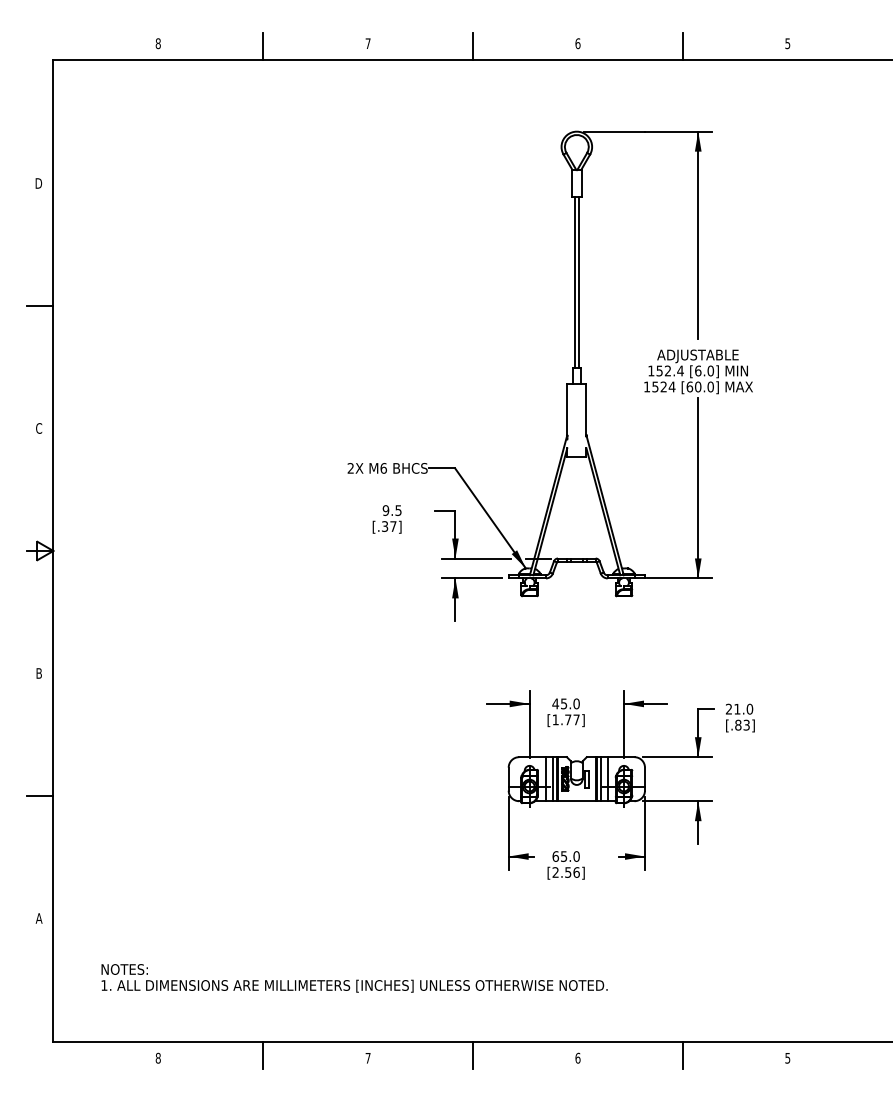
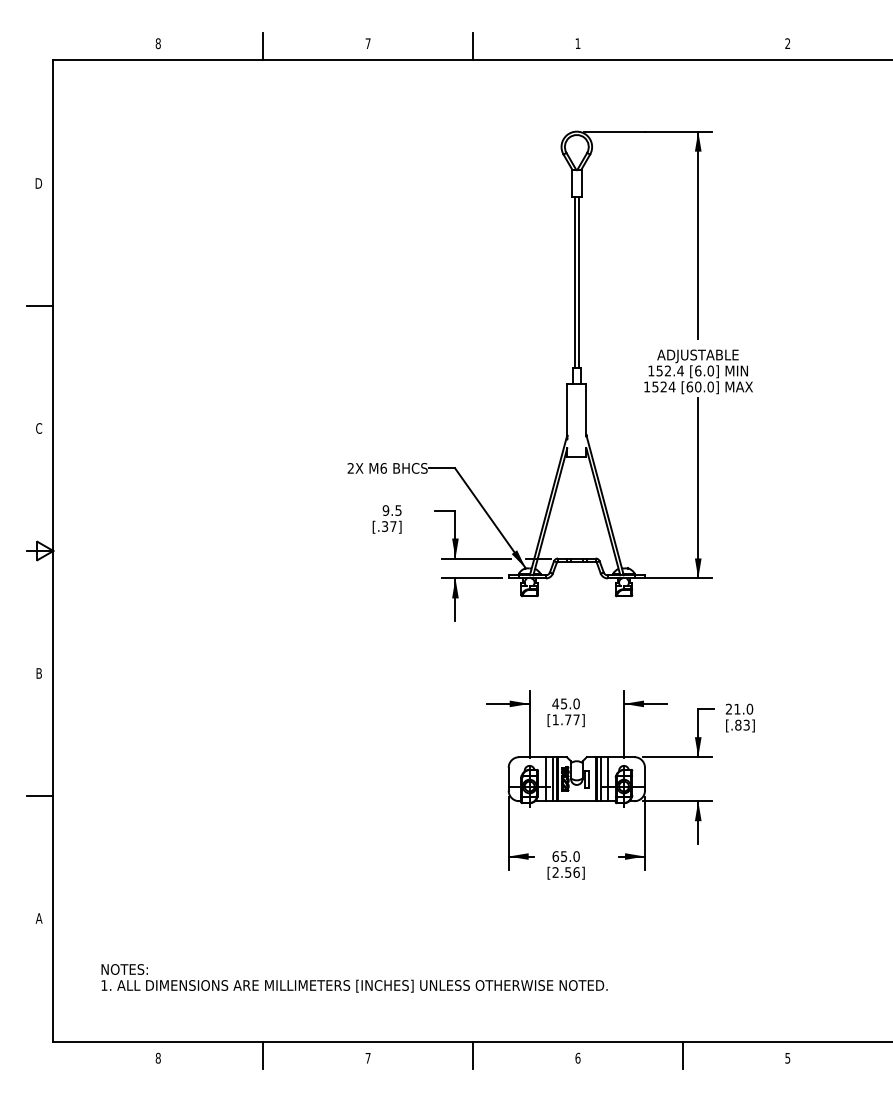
text at (577, 43): 6 -> 1
text at (787, 43): 5 -> 2
line at (682, 46): present -> none
